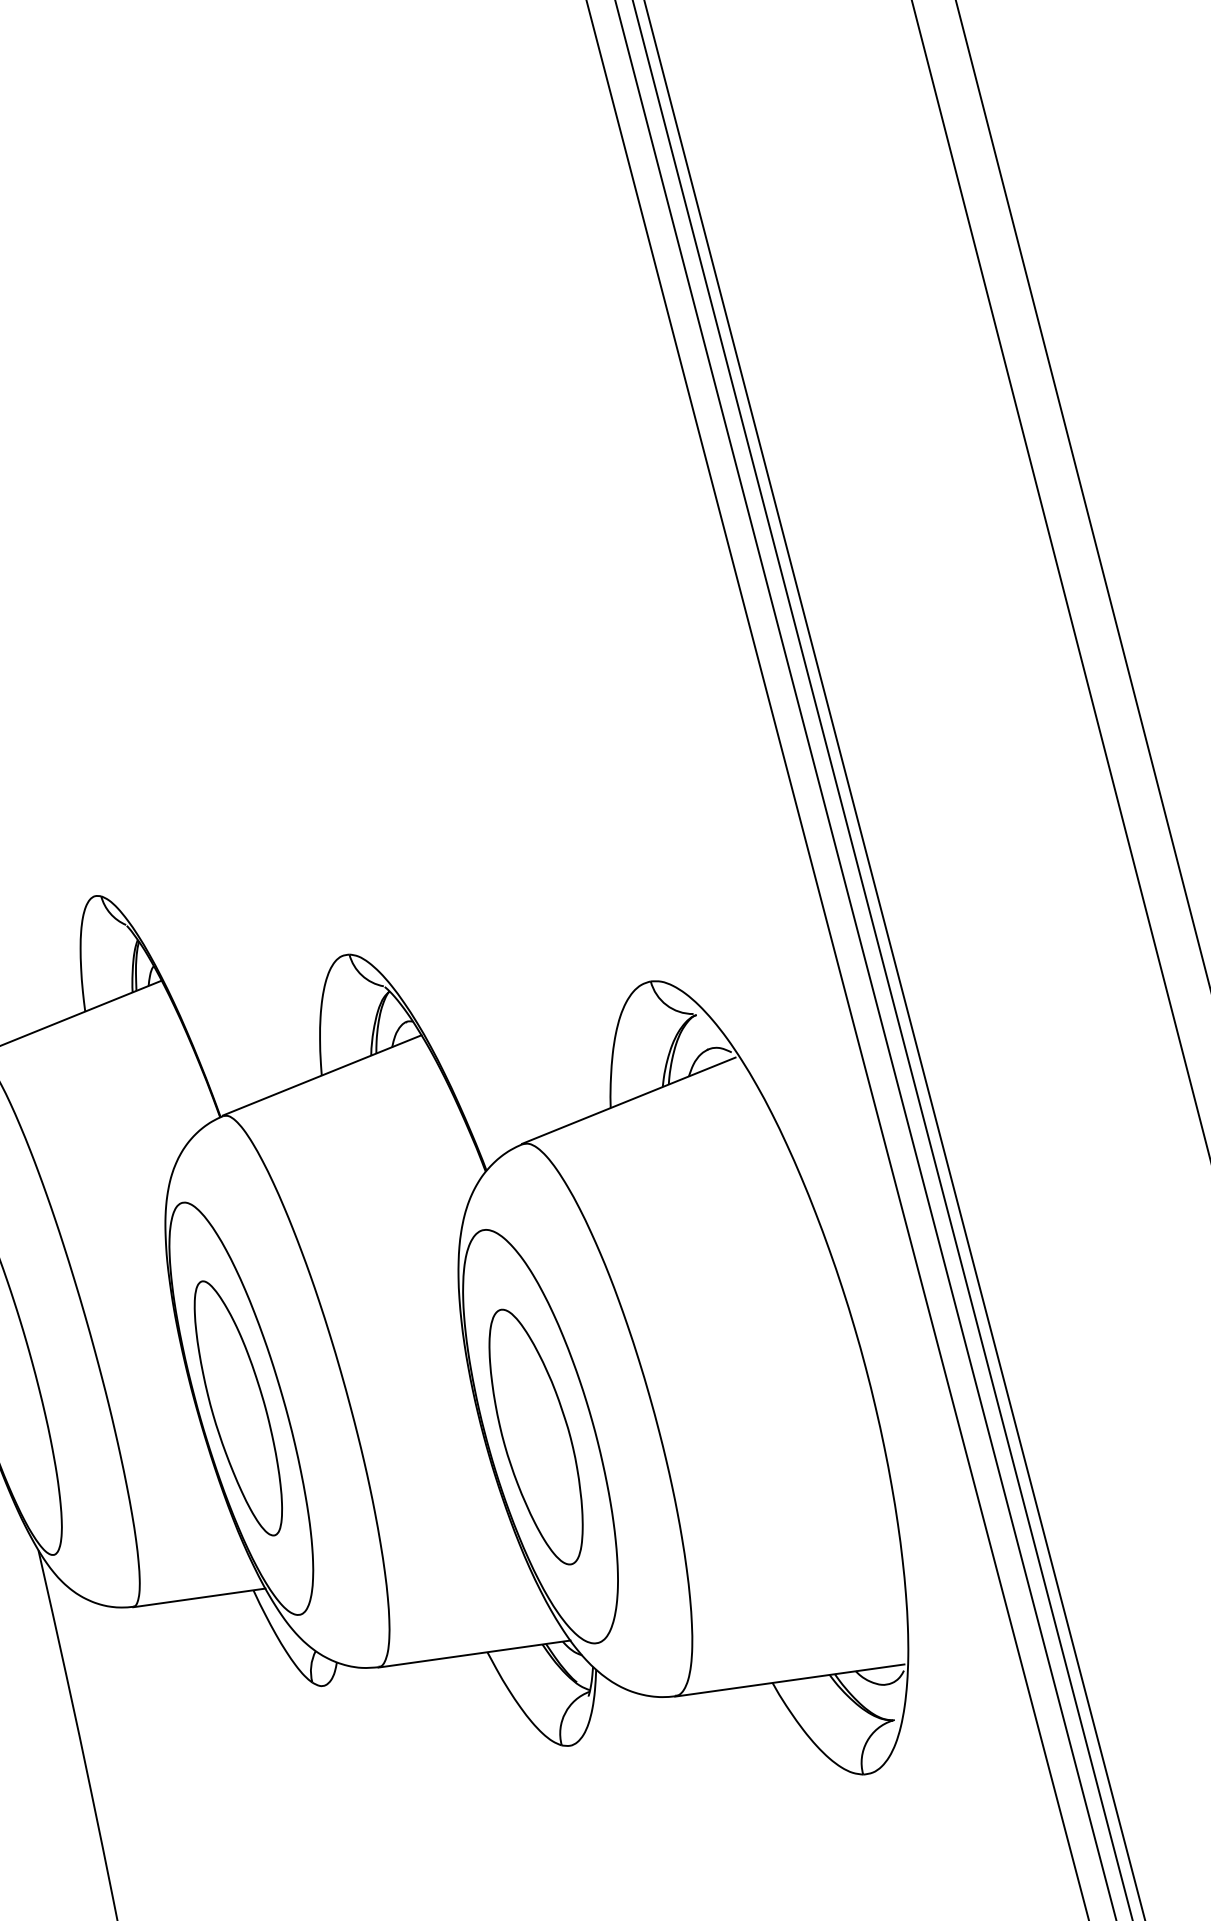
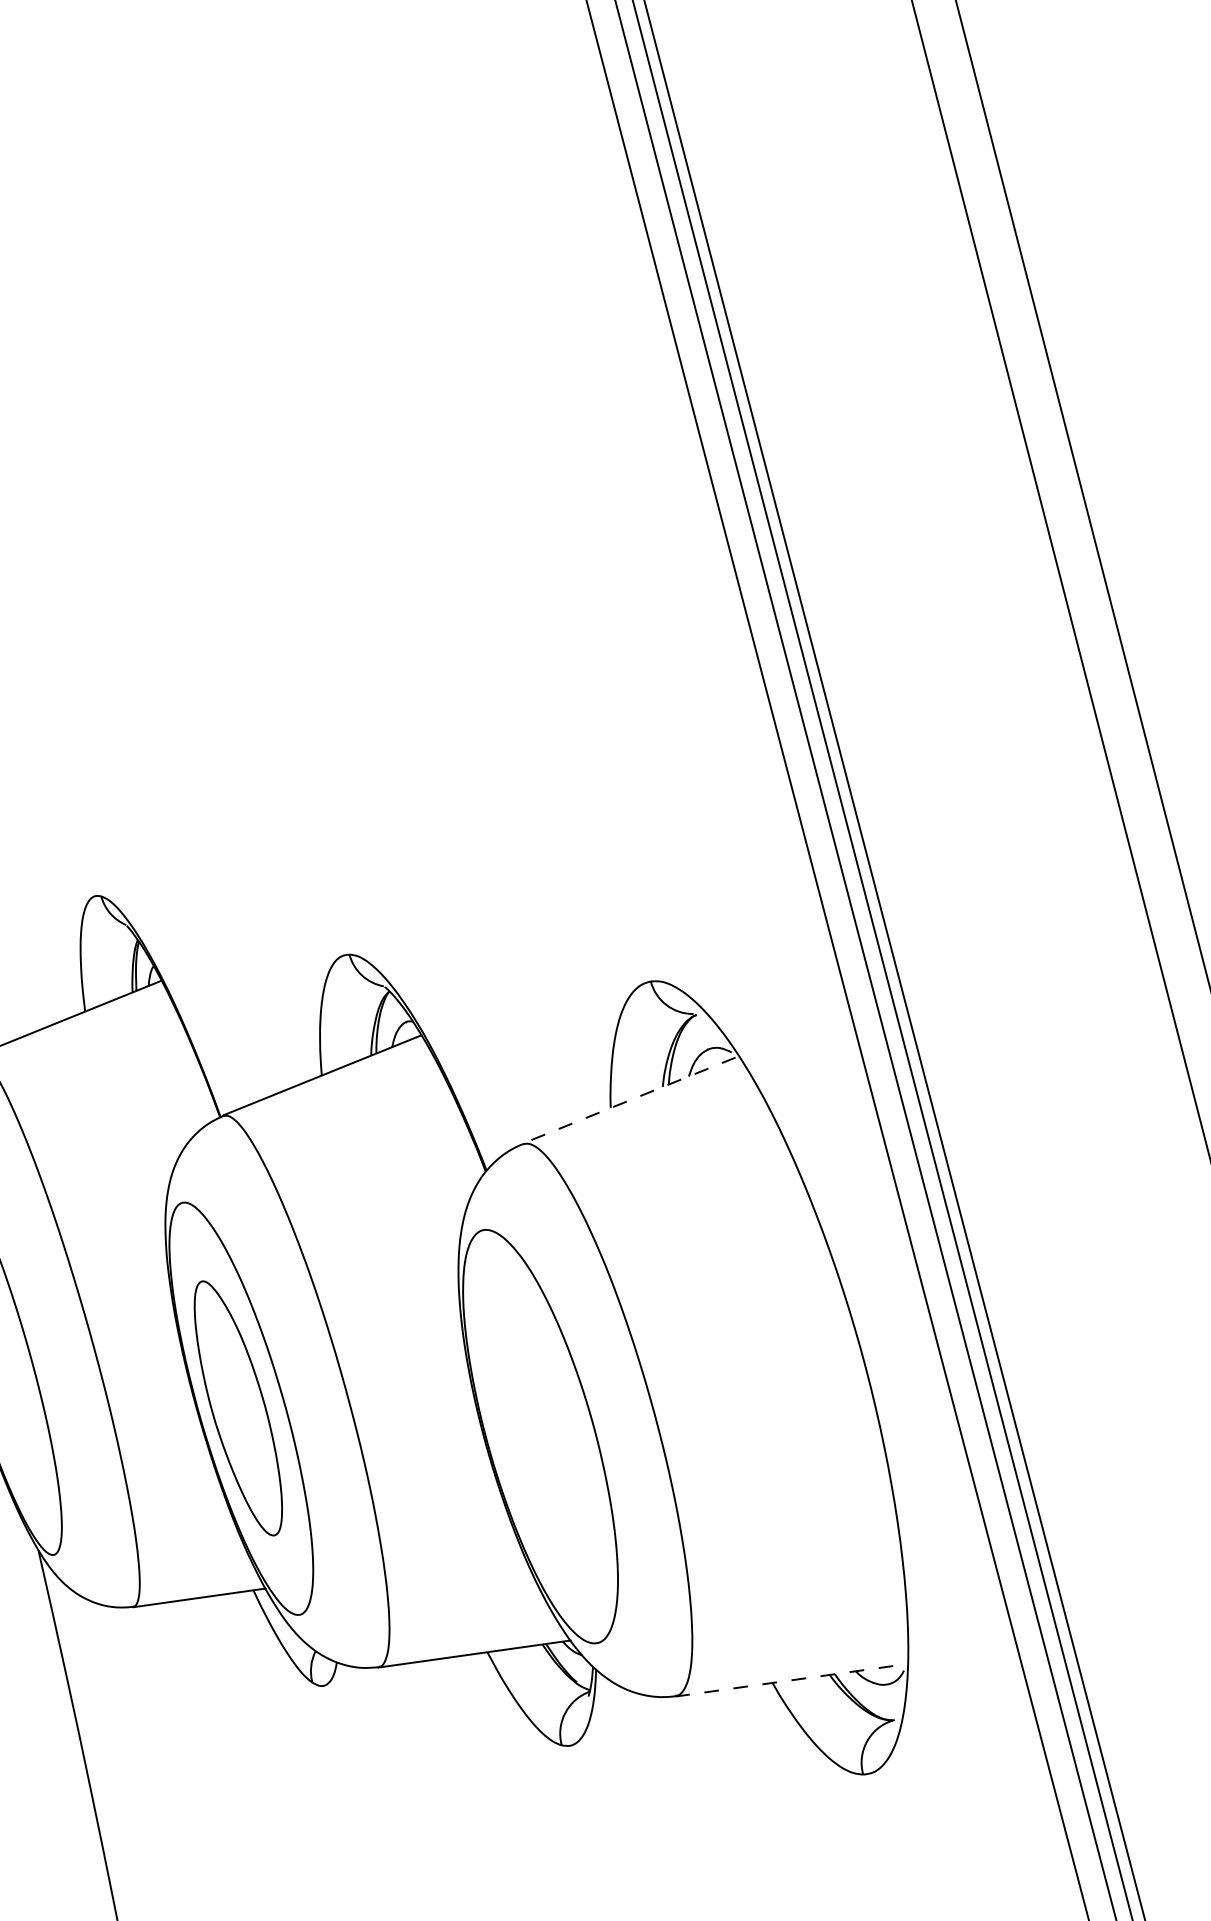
line at (628, 1100): solid -> dashed
part at (535, 1436): present -> none
line at (789, 1680): solid -> dashed
